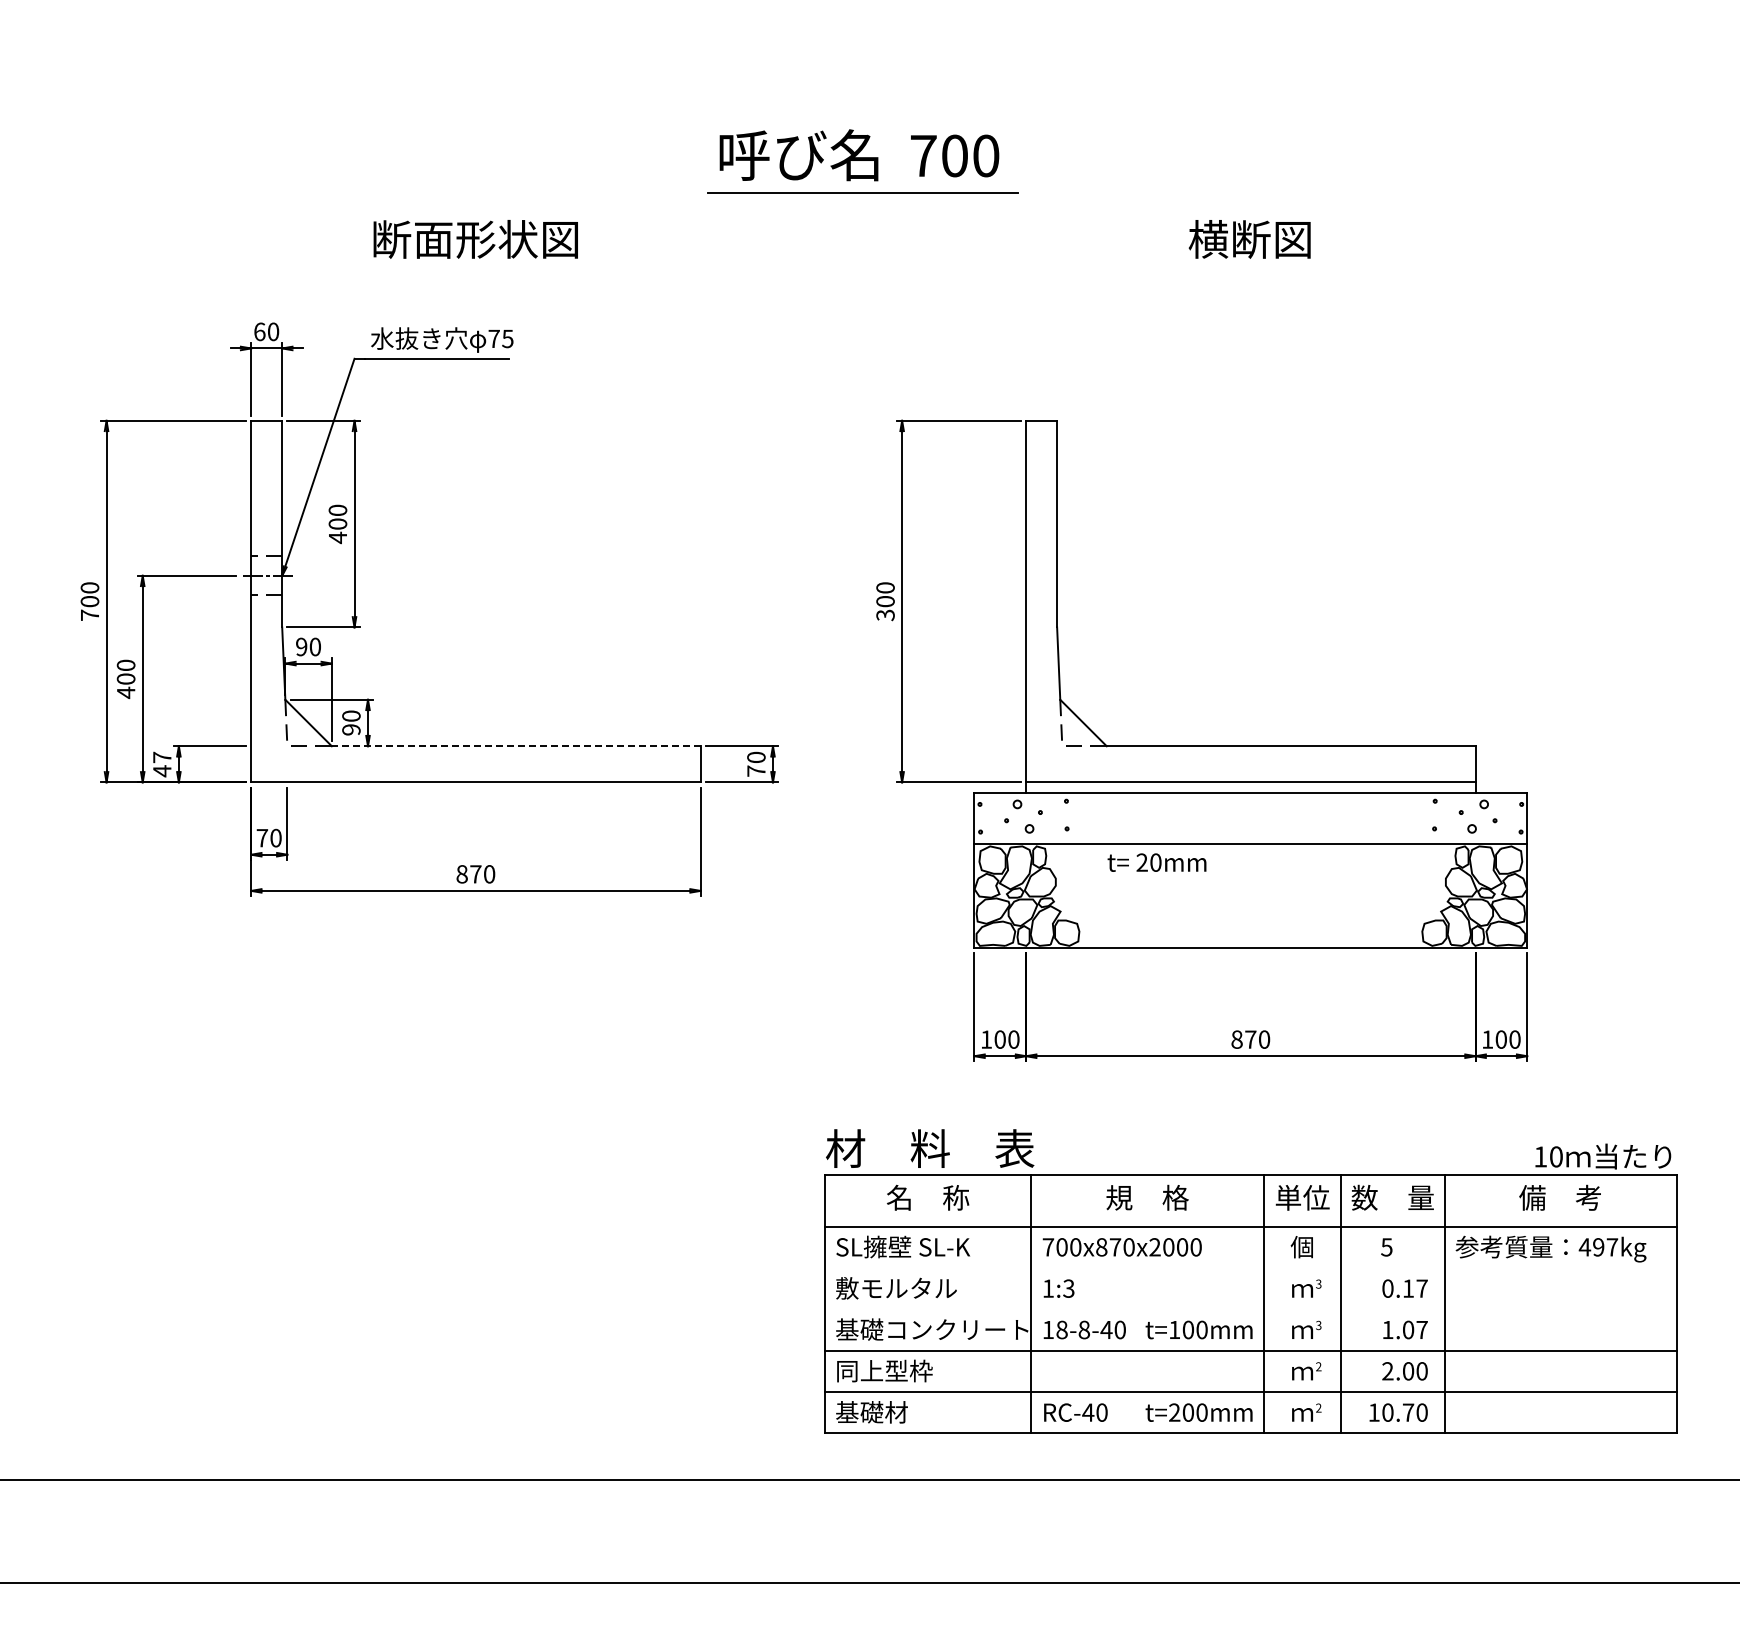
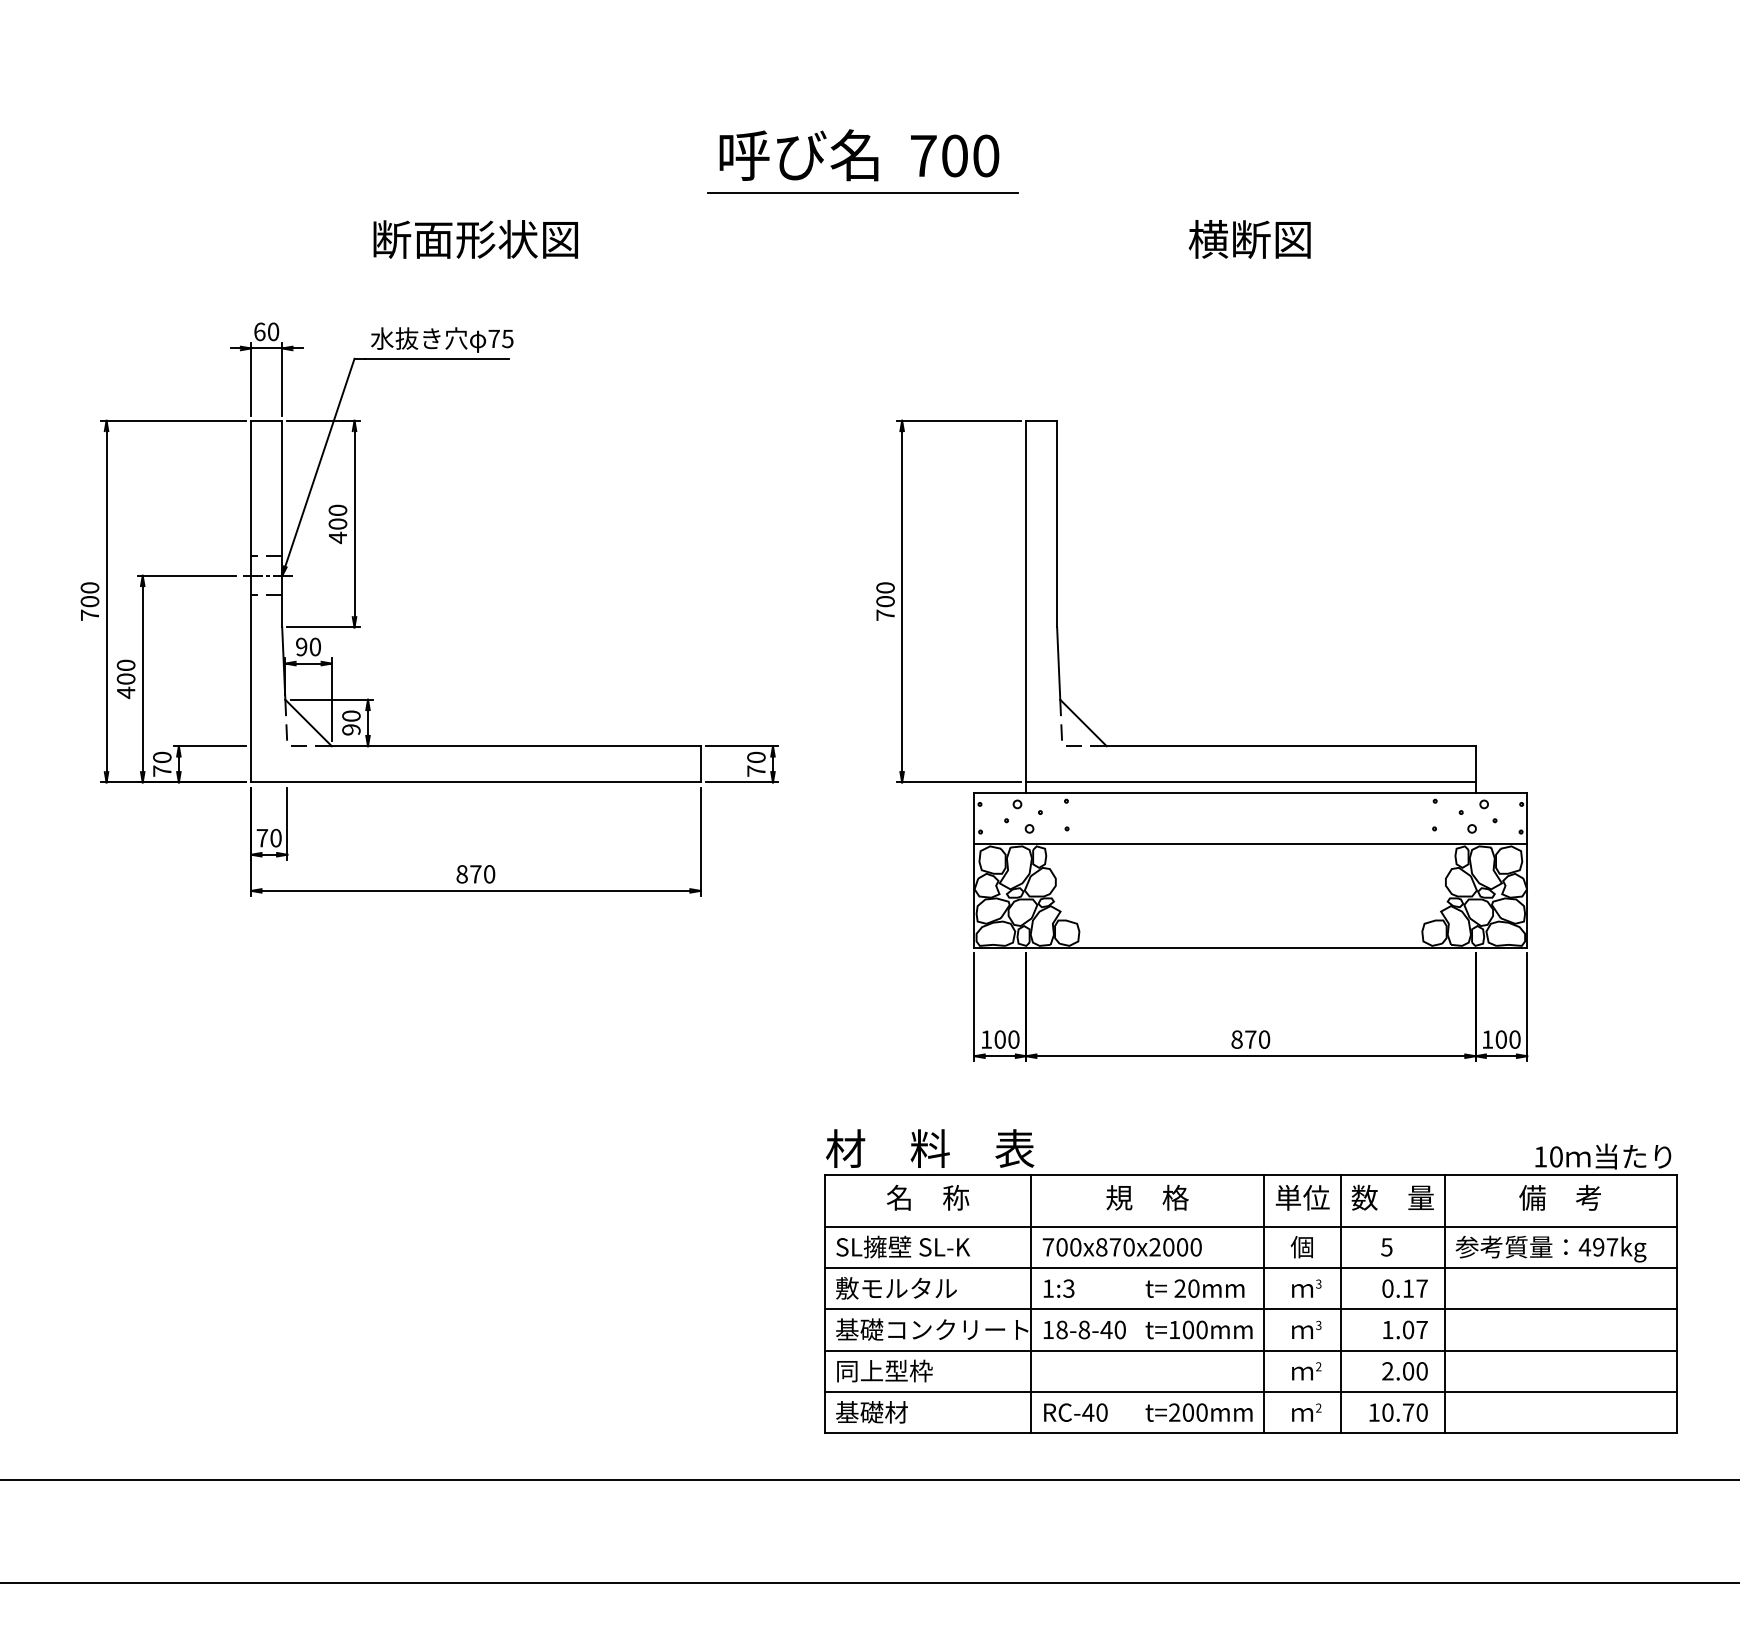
text at (885, 615): 300 -> 700
line at (515, 746): dashed -> solid
text at (162, 764): 47 -> 70
text at (1156, 862) position: (1156, 862) -> (1194, 1288)
line at (1250, 1268): none -> present
line at (1250, 1309): none -> present
